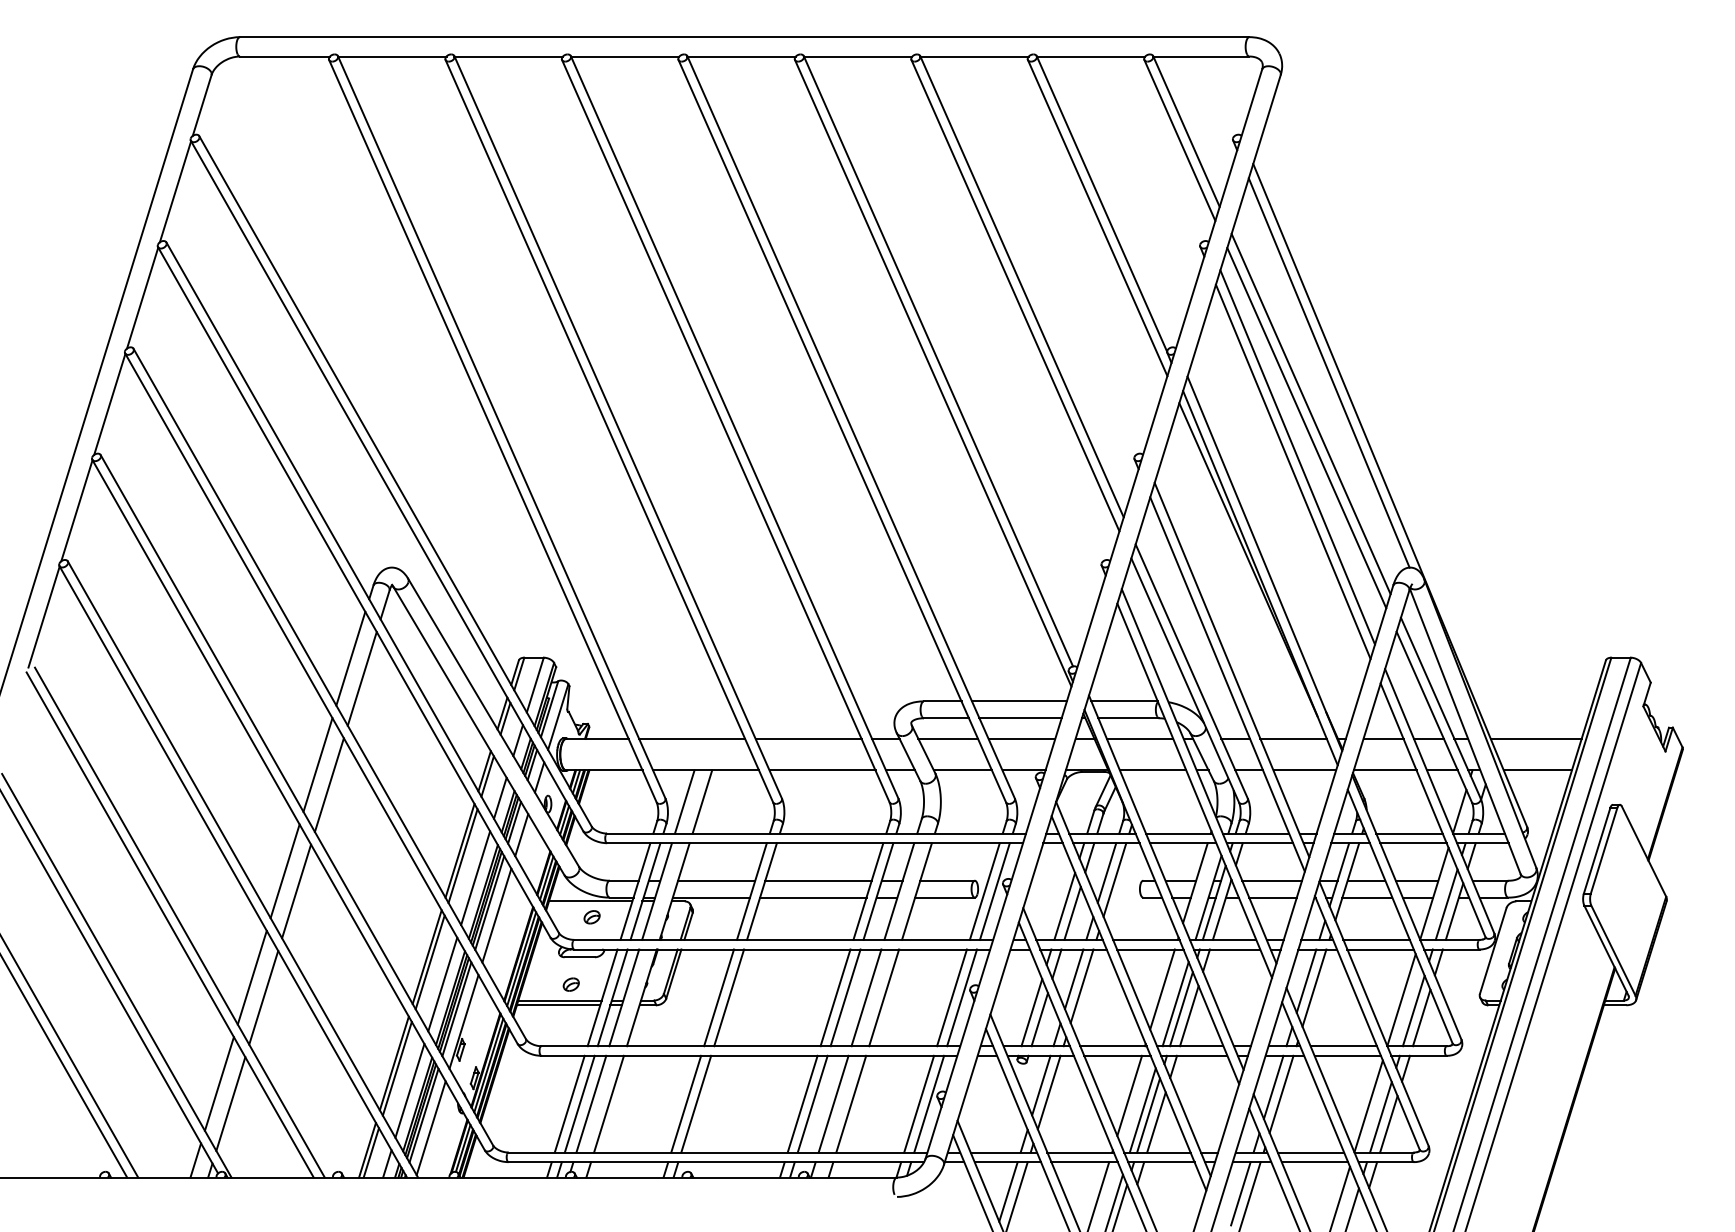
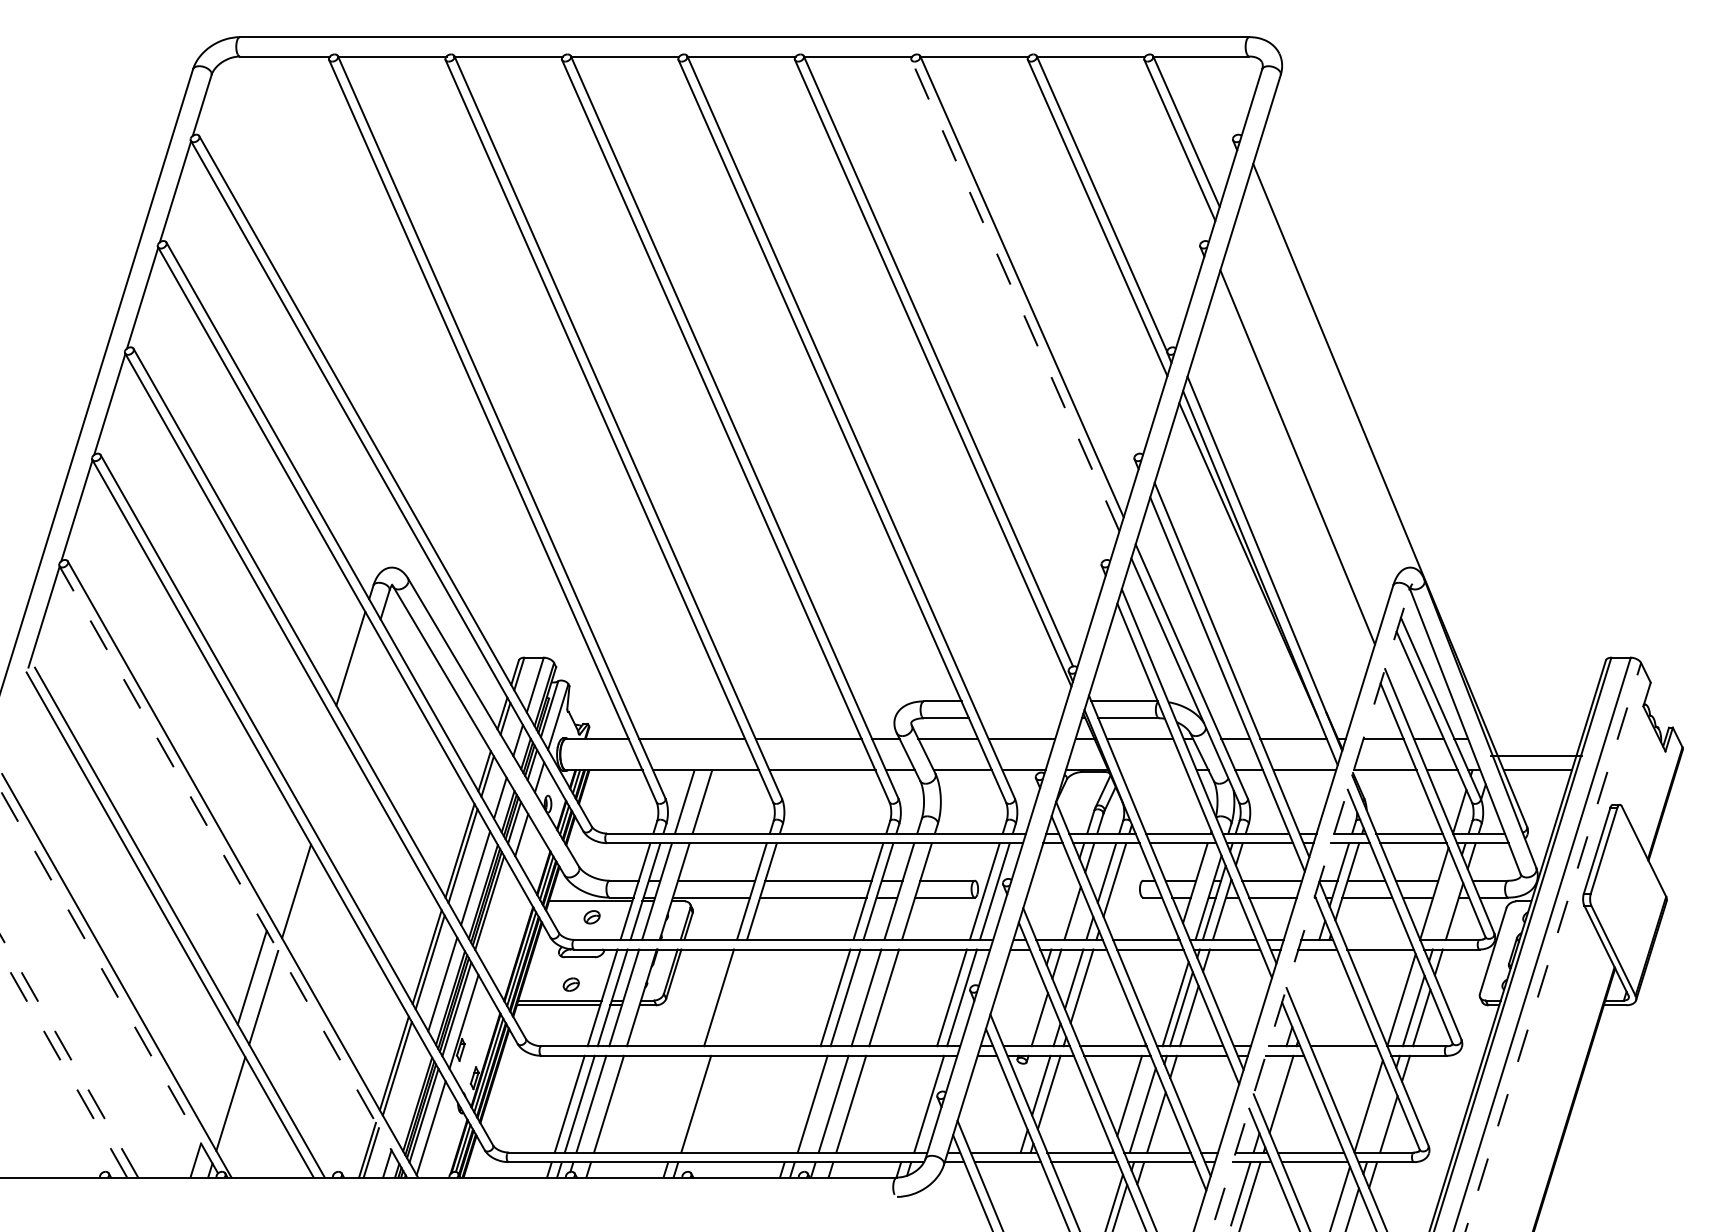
line at (1015, 295): solid -> dashed
line at (1328, 372): present -> none
line at (1310, 413): present -> none
line at (1306, 427): present -> none
line at (1292, 471): present -> none
line at (361, 678): present -> none
line at (1019, 701): present -> none
line at (1020, 718): present -> none
line at (1535, 738) position: (1535, 738) -> (1535, 755)
line at (317, 764): present -> none
line at (1153, 770): present -> none
line at (328, 785): present -> none
line at (233, 871): solid -> dashed
line at (284, 871): present -> none
line at (1446, 904): present -> none
line at (1064, 905): present -> none
line at (1310, 911): solid -> dashed
line at (496, 915): present -> none
line at (1376, 939): present -> none
line at (1553, 946): solid -> dashed
line at (1306, 980): present -> none
line at (109, 981): solid -> dashed
line at (1314, 987): present -> none
line at (1162, 989): present -> none
line at (729, 997): present -> none
line at (1031, 1012): present -> none
line at (69, 1055): solid -> dashed
line at (1347, 1055): present -> none
line at (63, 1065): solid -> dashed
line at (218, 1083): present -> none
line at (1273, 1087): present -> none
line at (409, 1090): present -> none
line at (686, 1103): present -> none
line at (802, 1103): present -> none
line at (919, 1103): present -> none
line at (1148, 1115): present -> none
line at (1380, 1117): present -> none
line at (1008, 1191): present -> none
line at (1017, 1195): present -> none
line at (1098, 1195): present -> none
